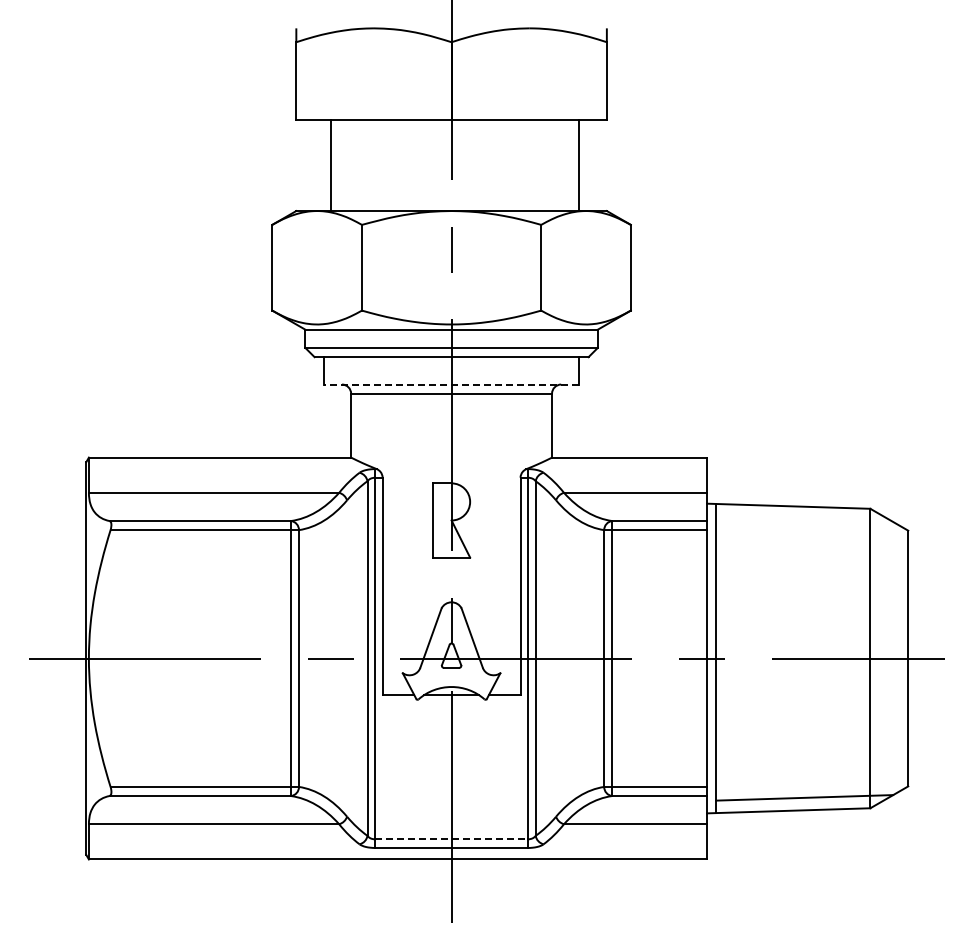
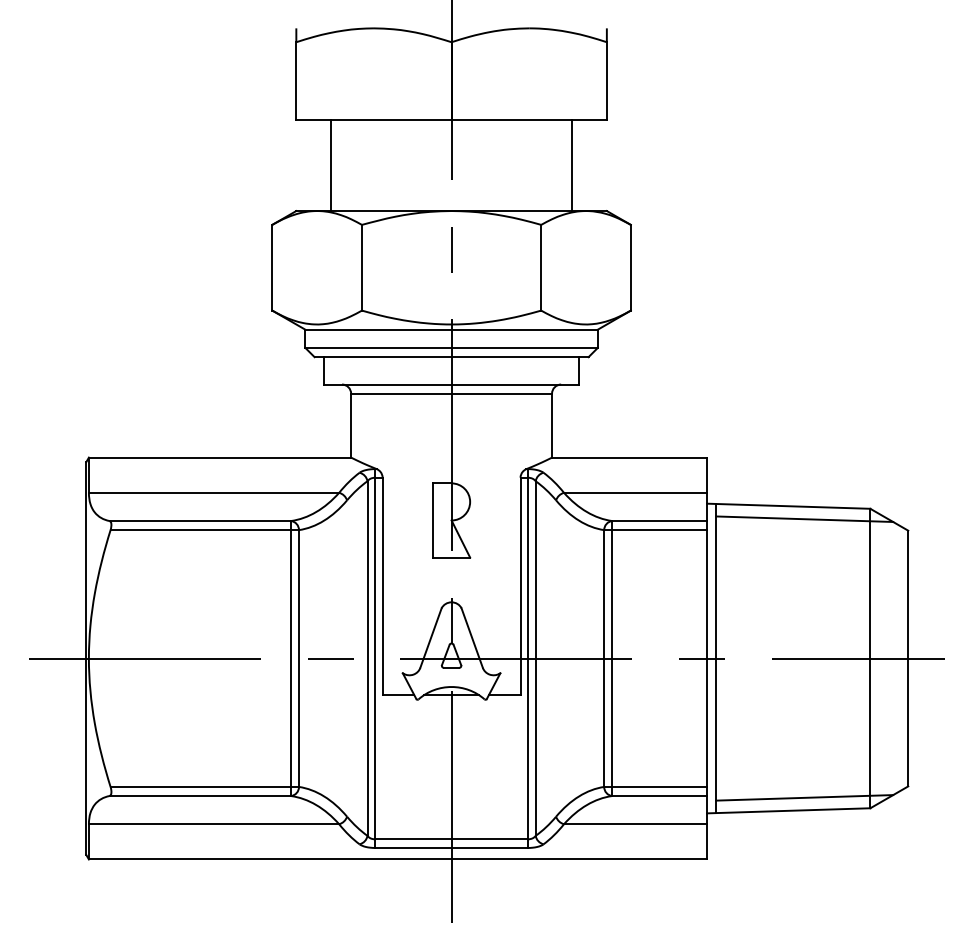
line at (578, 165) position: (578, 165) -> (571, 165)
line at (451, 384): dashed -> solid
line at (804, 518): none -> present
line at (452, 839): dashed -> solid
